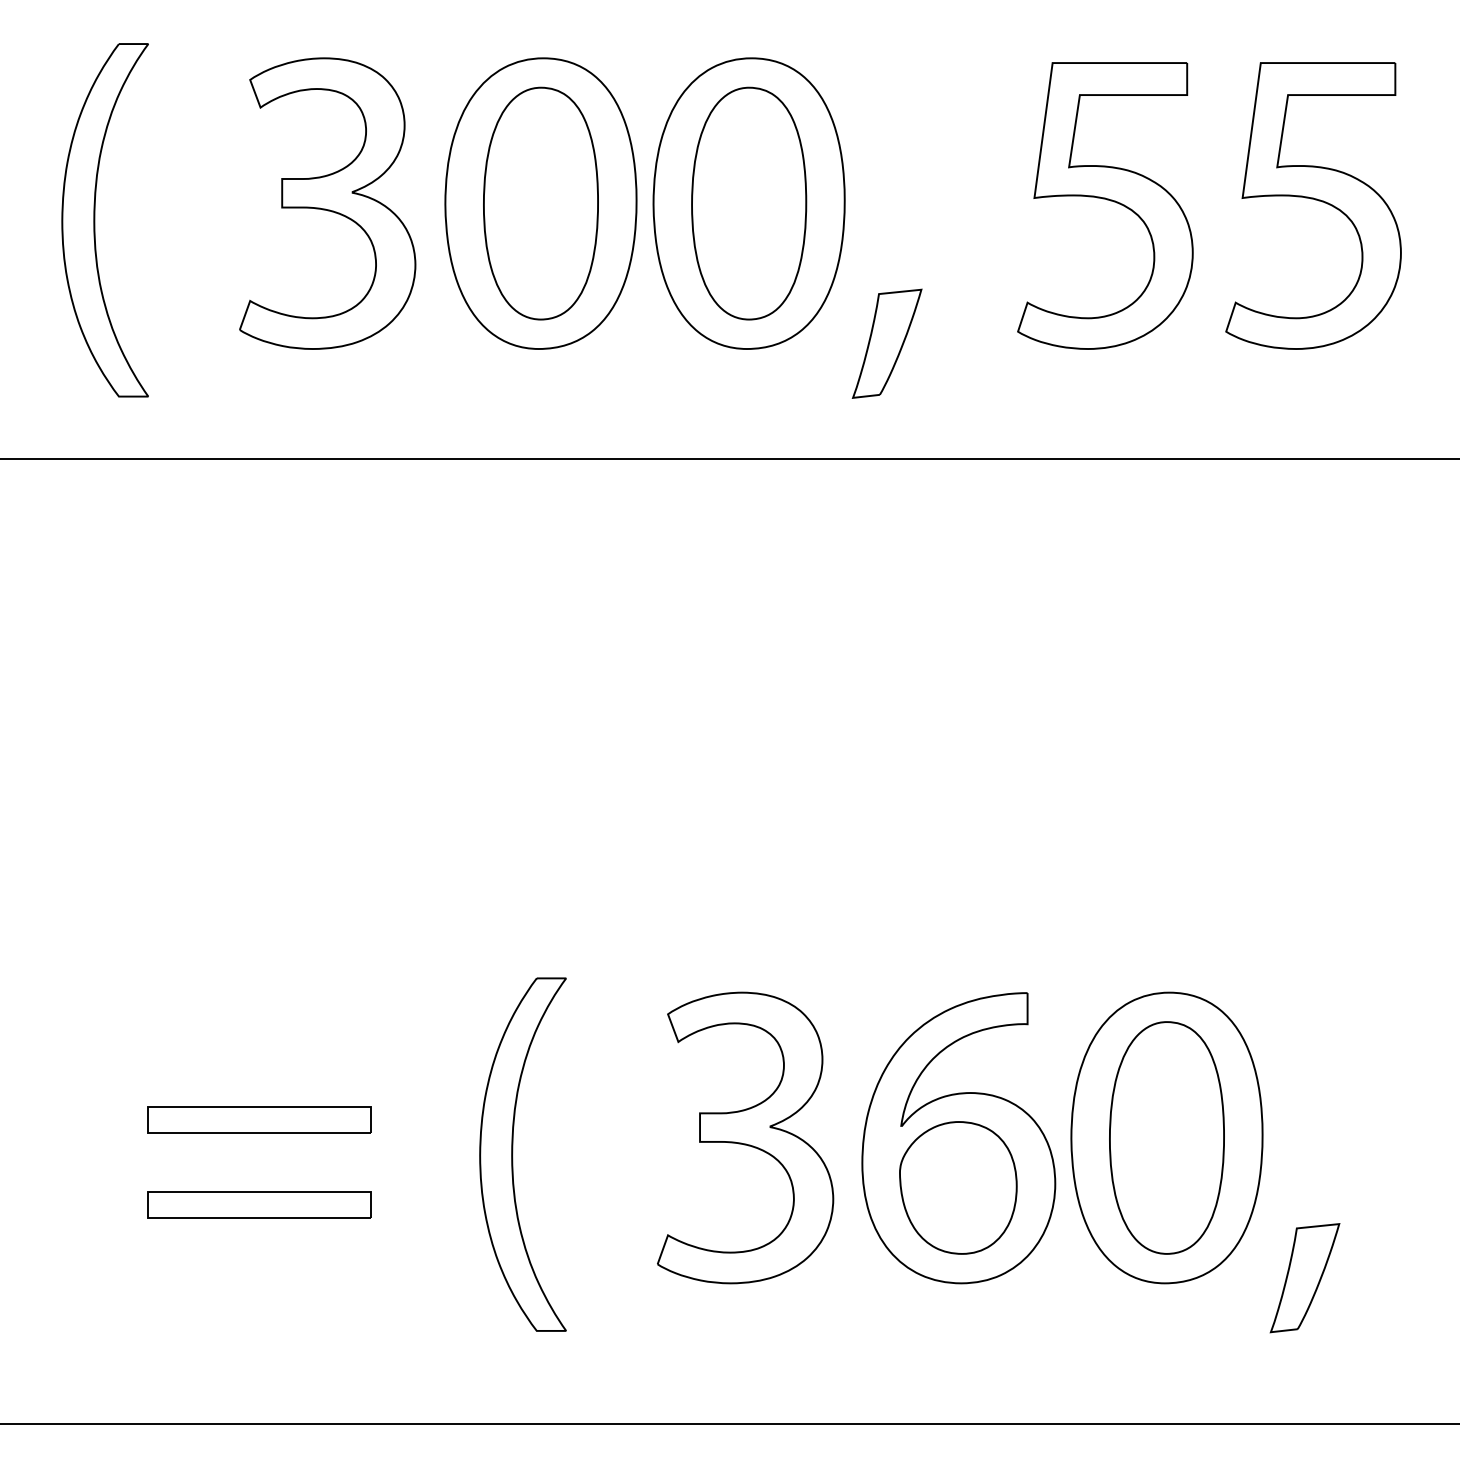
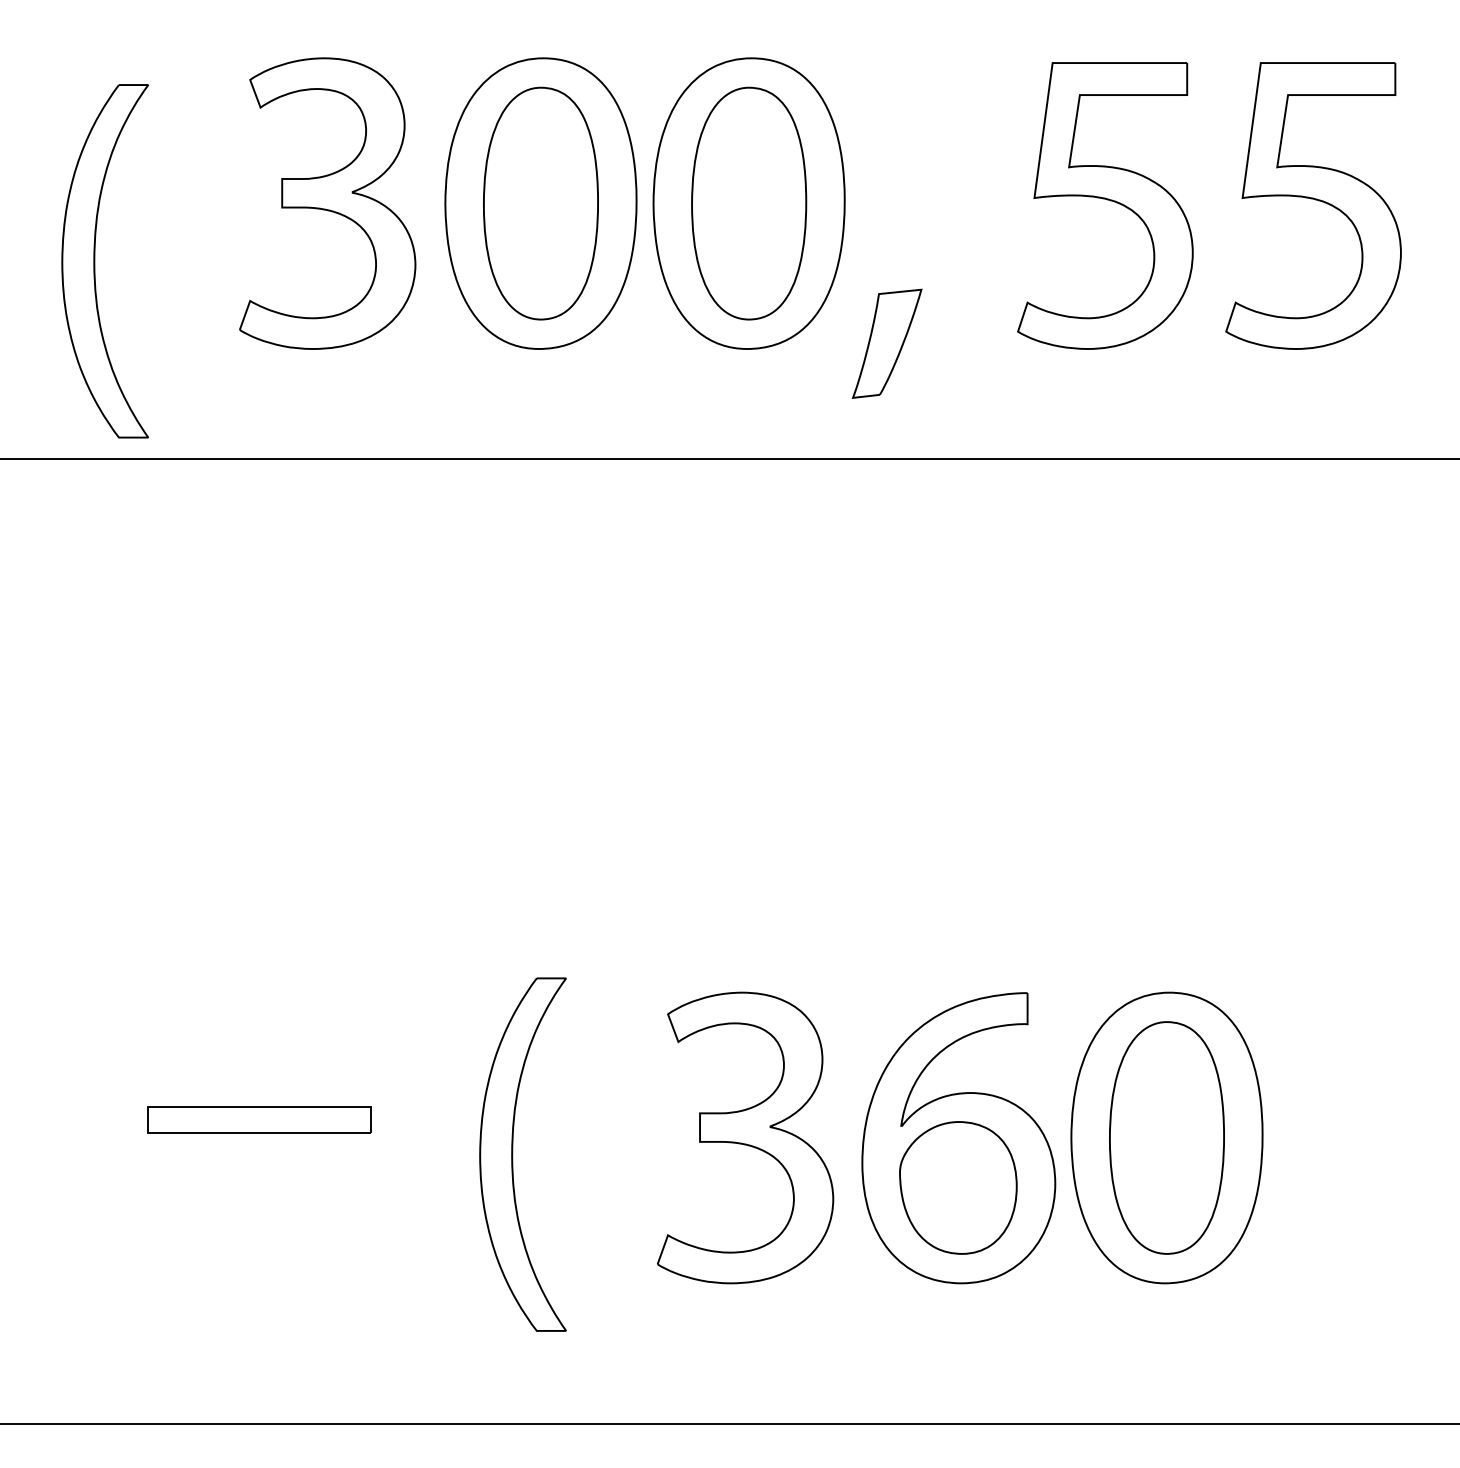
part at (95, 220) position: (95, 220) -> (95, 261)
part at (259, 1204): present -> none
part at (1304, 1278): present -> none
